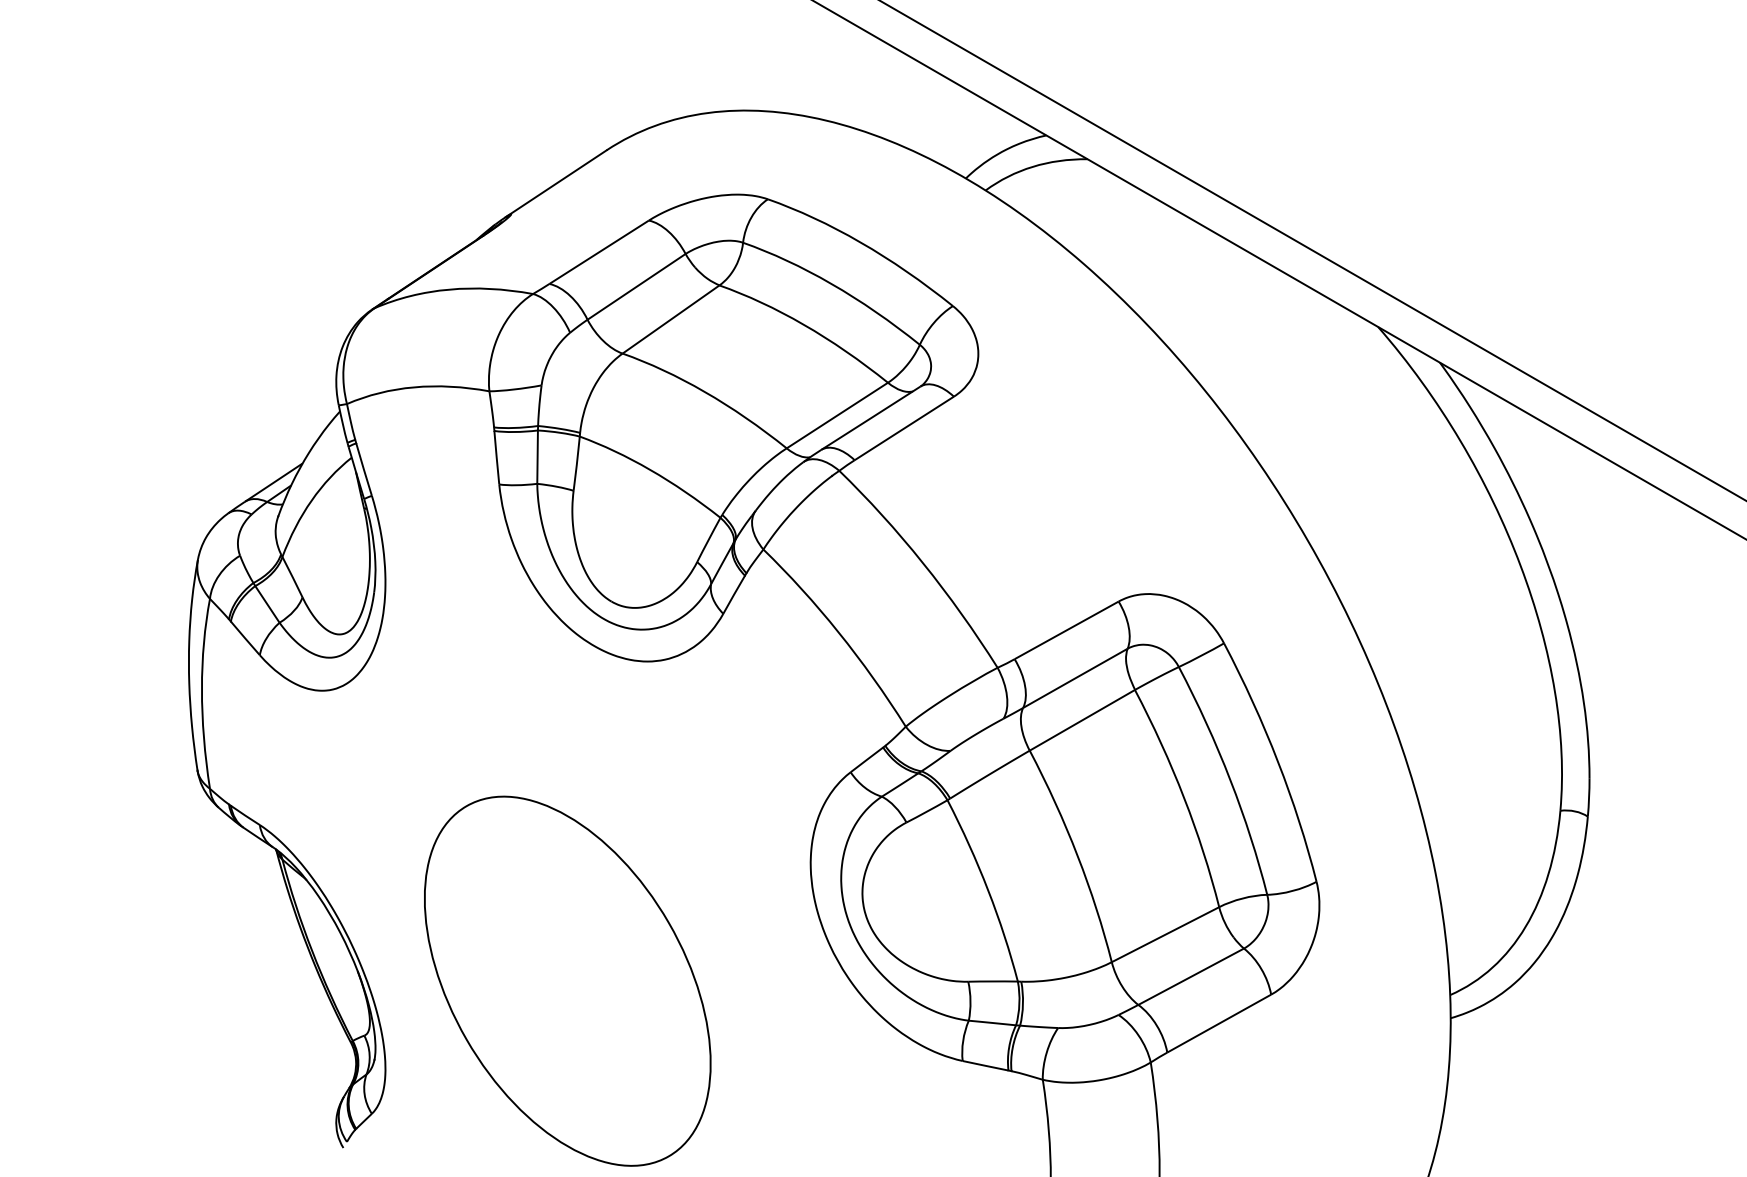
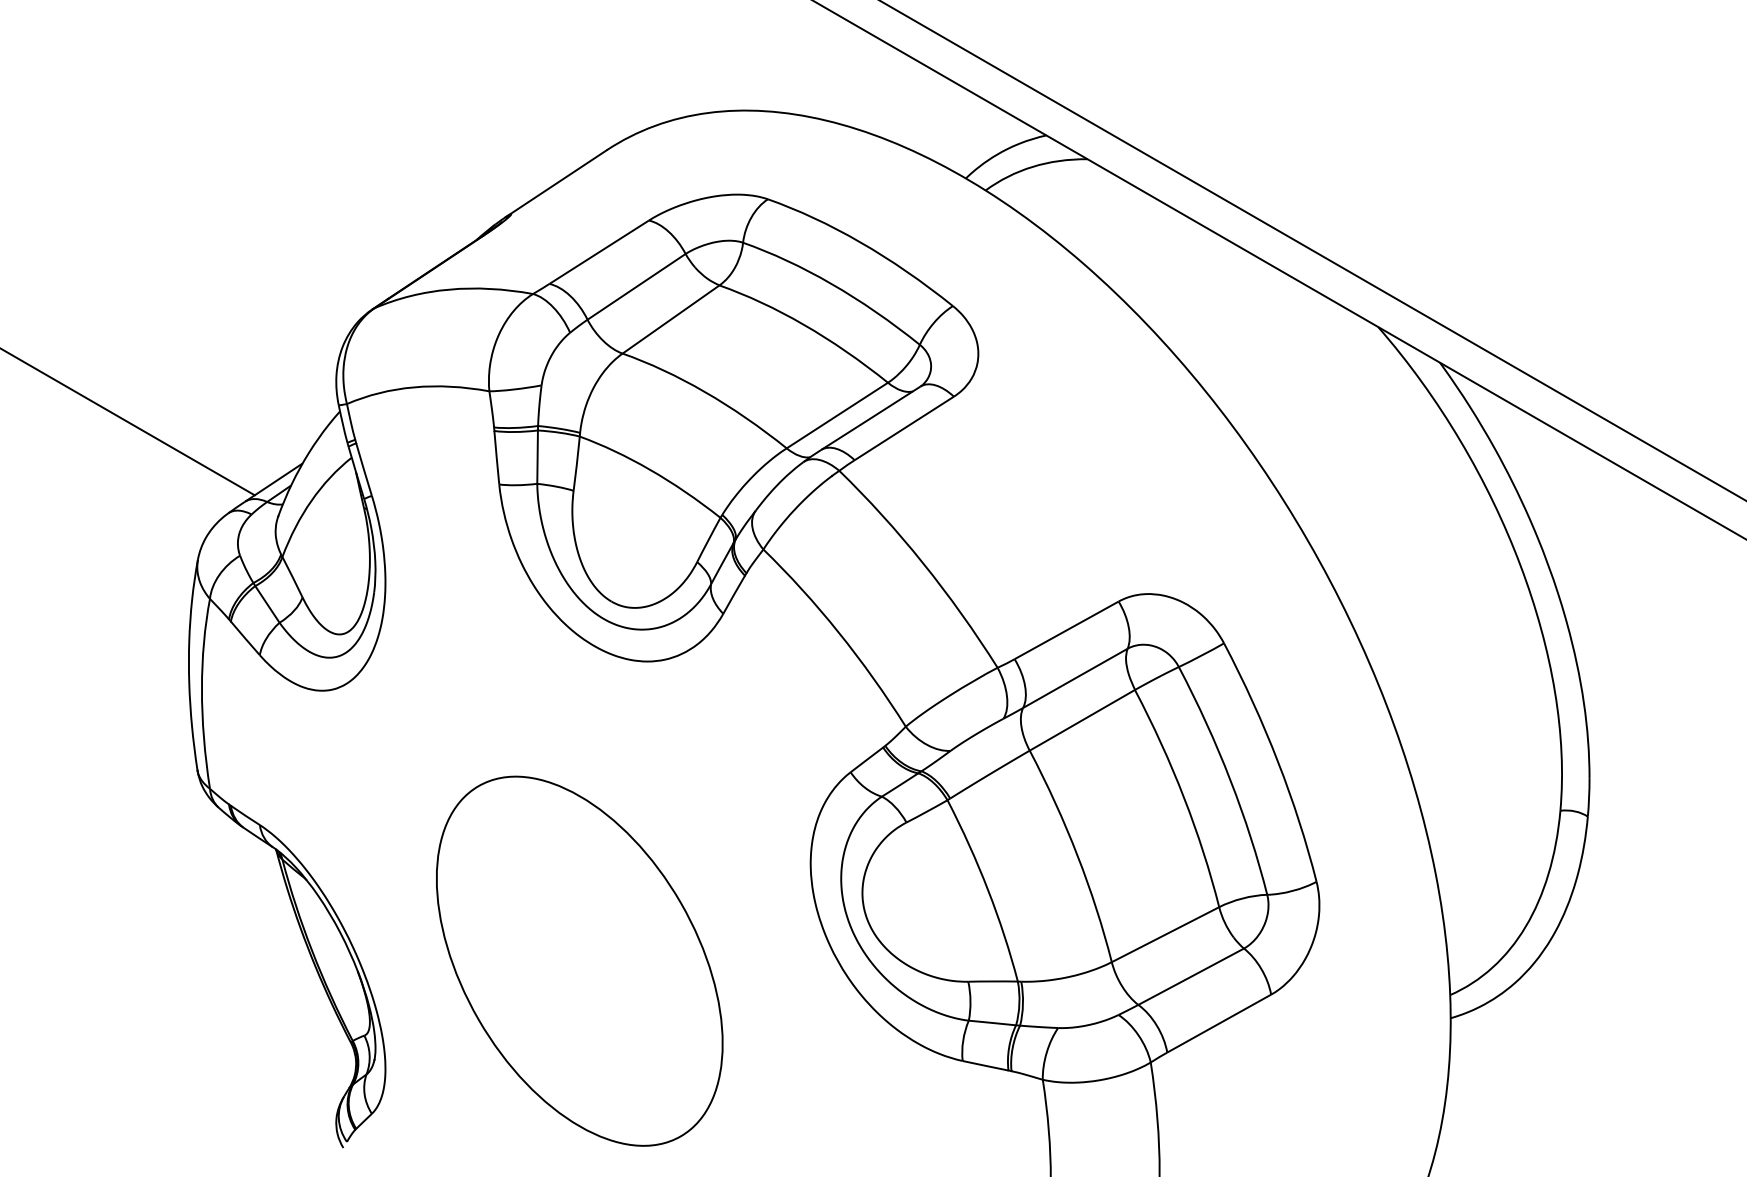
line at (128, 422): none -> present
part at (567, 980) position: (567, 980) -> (579, 960)
